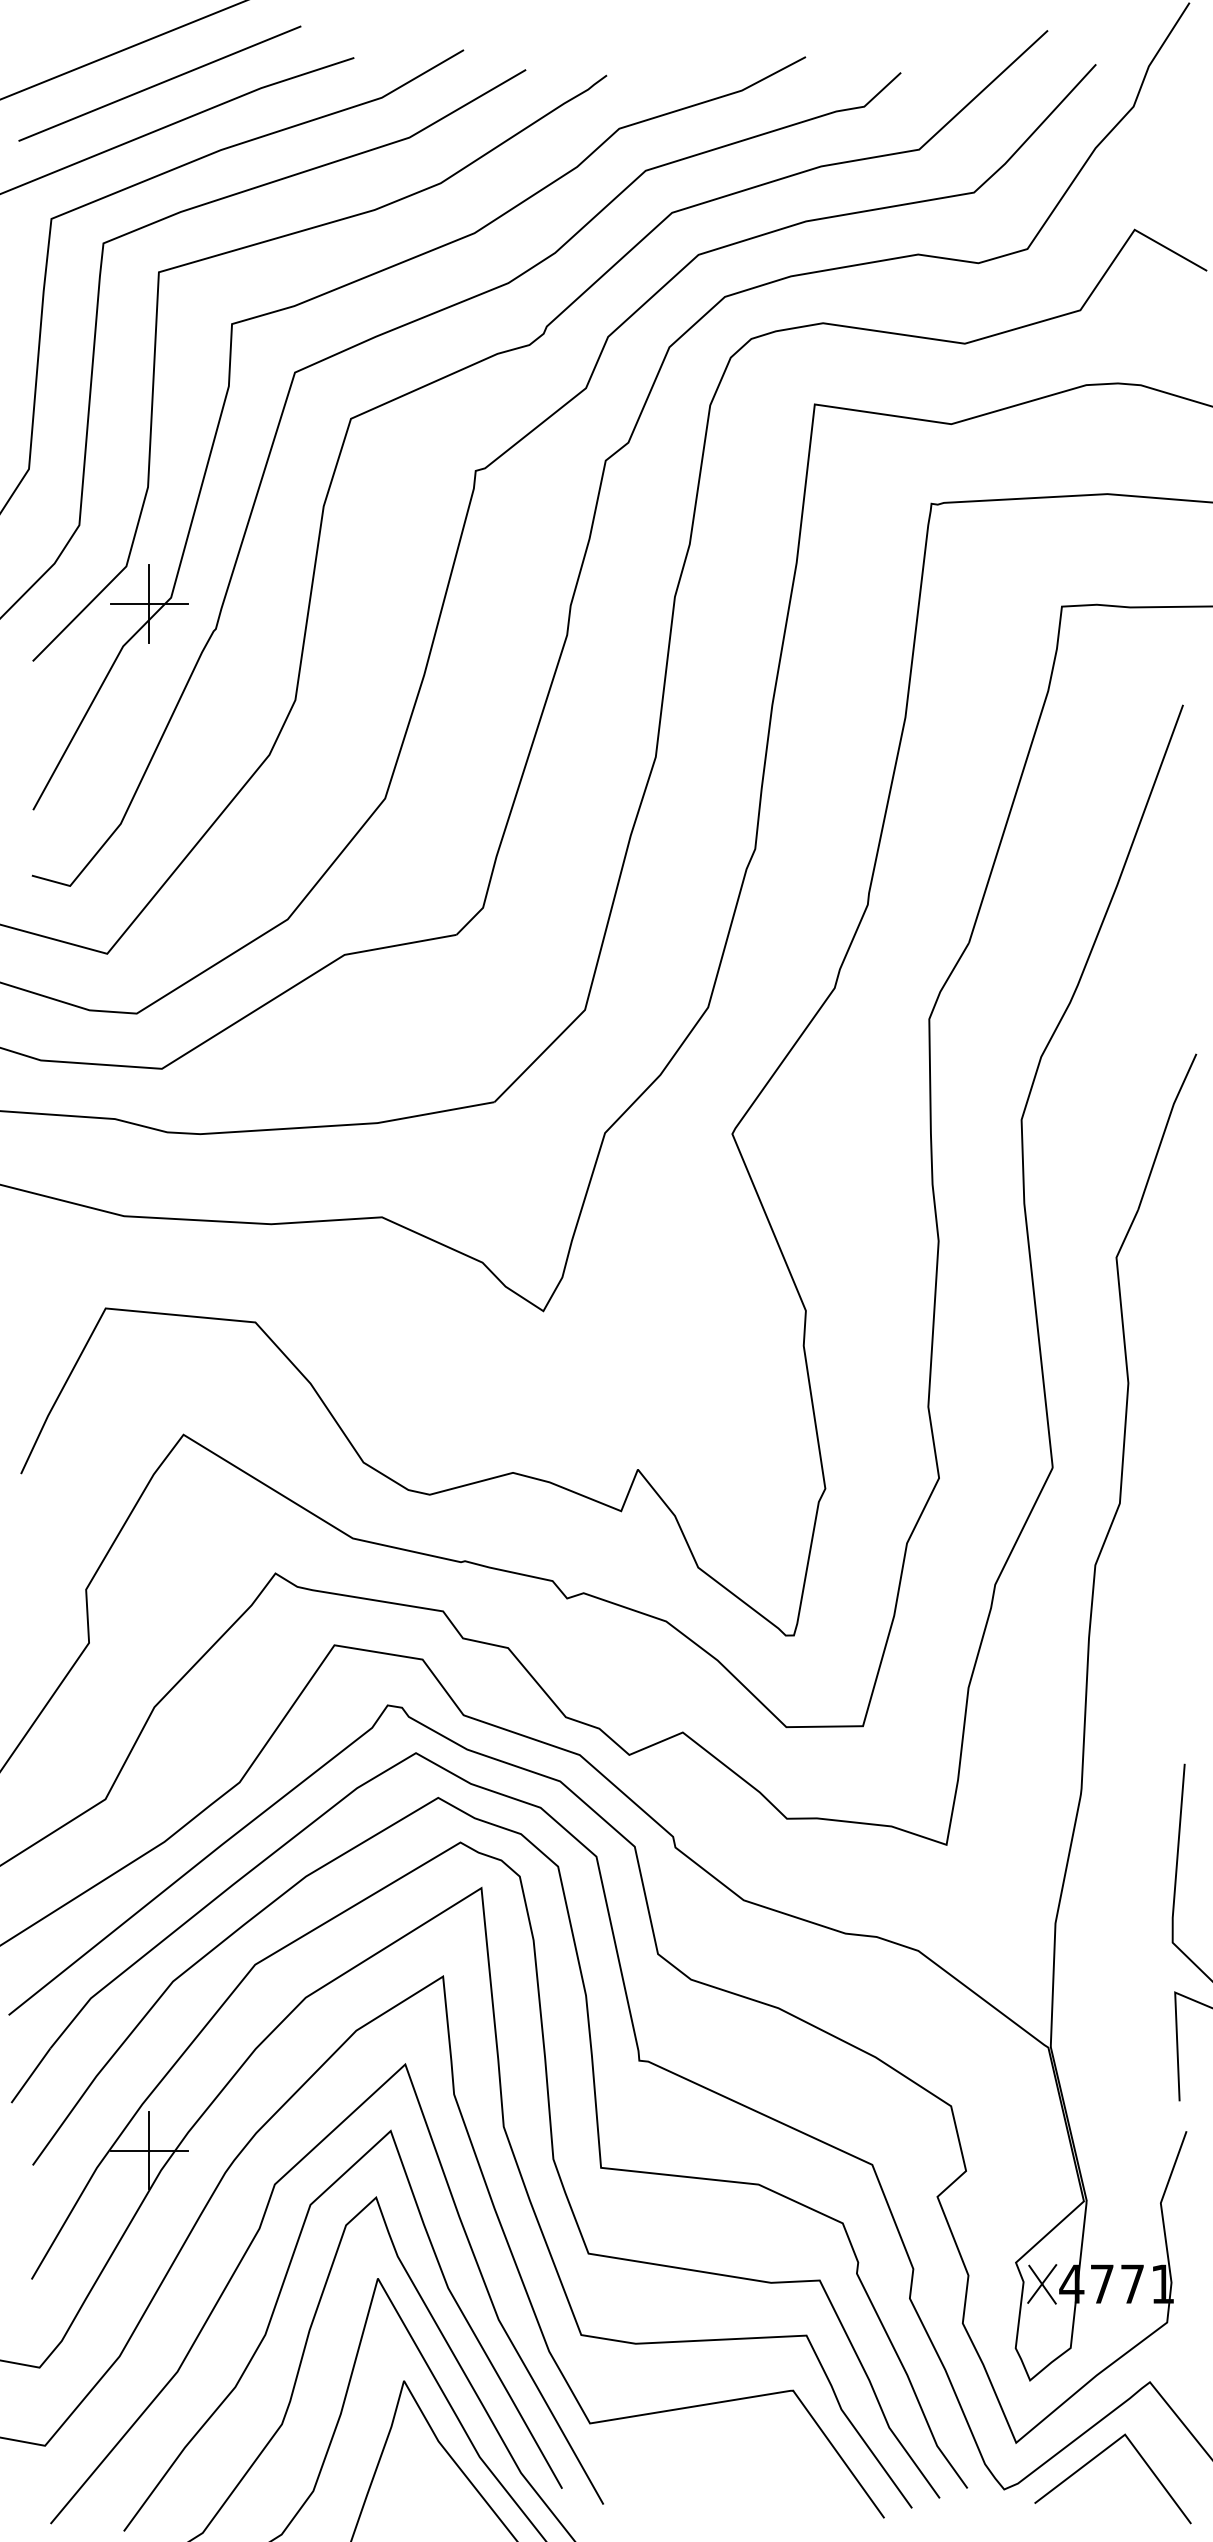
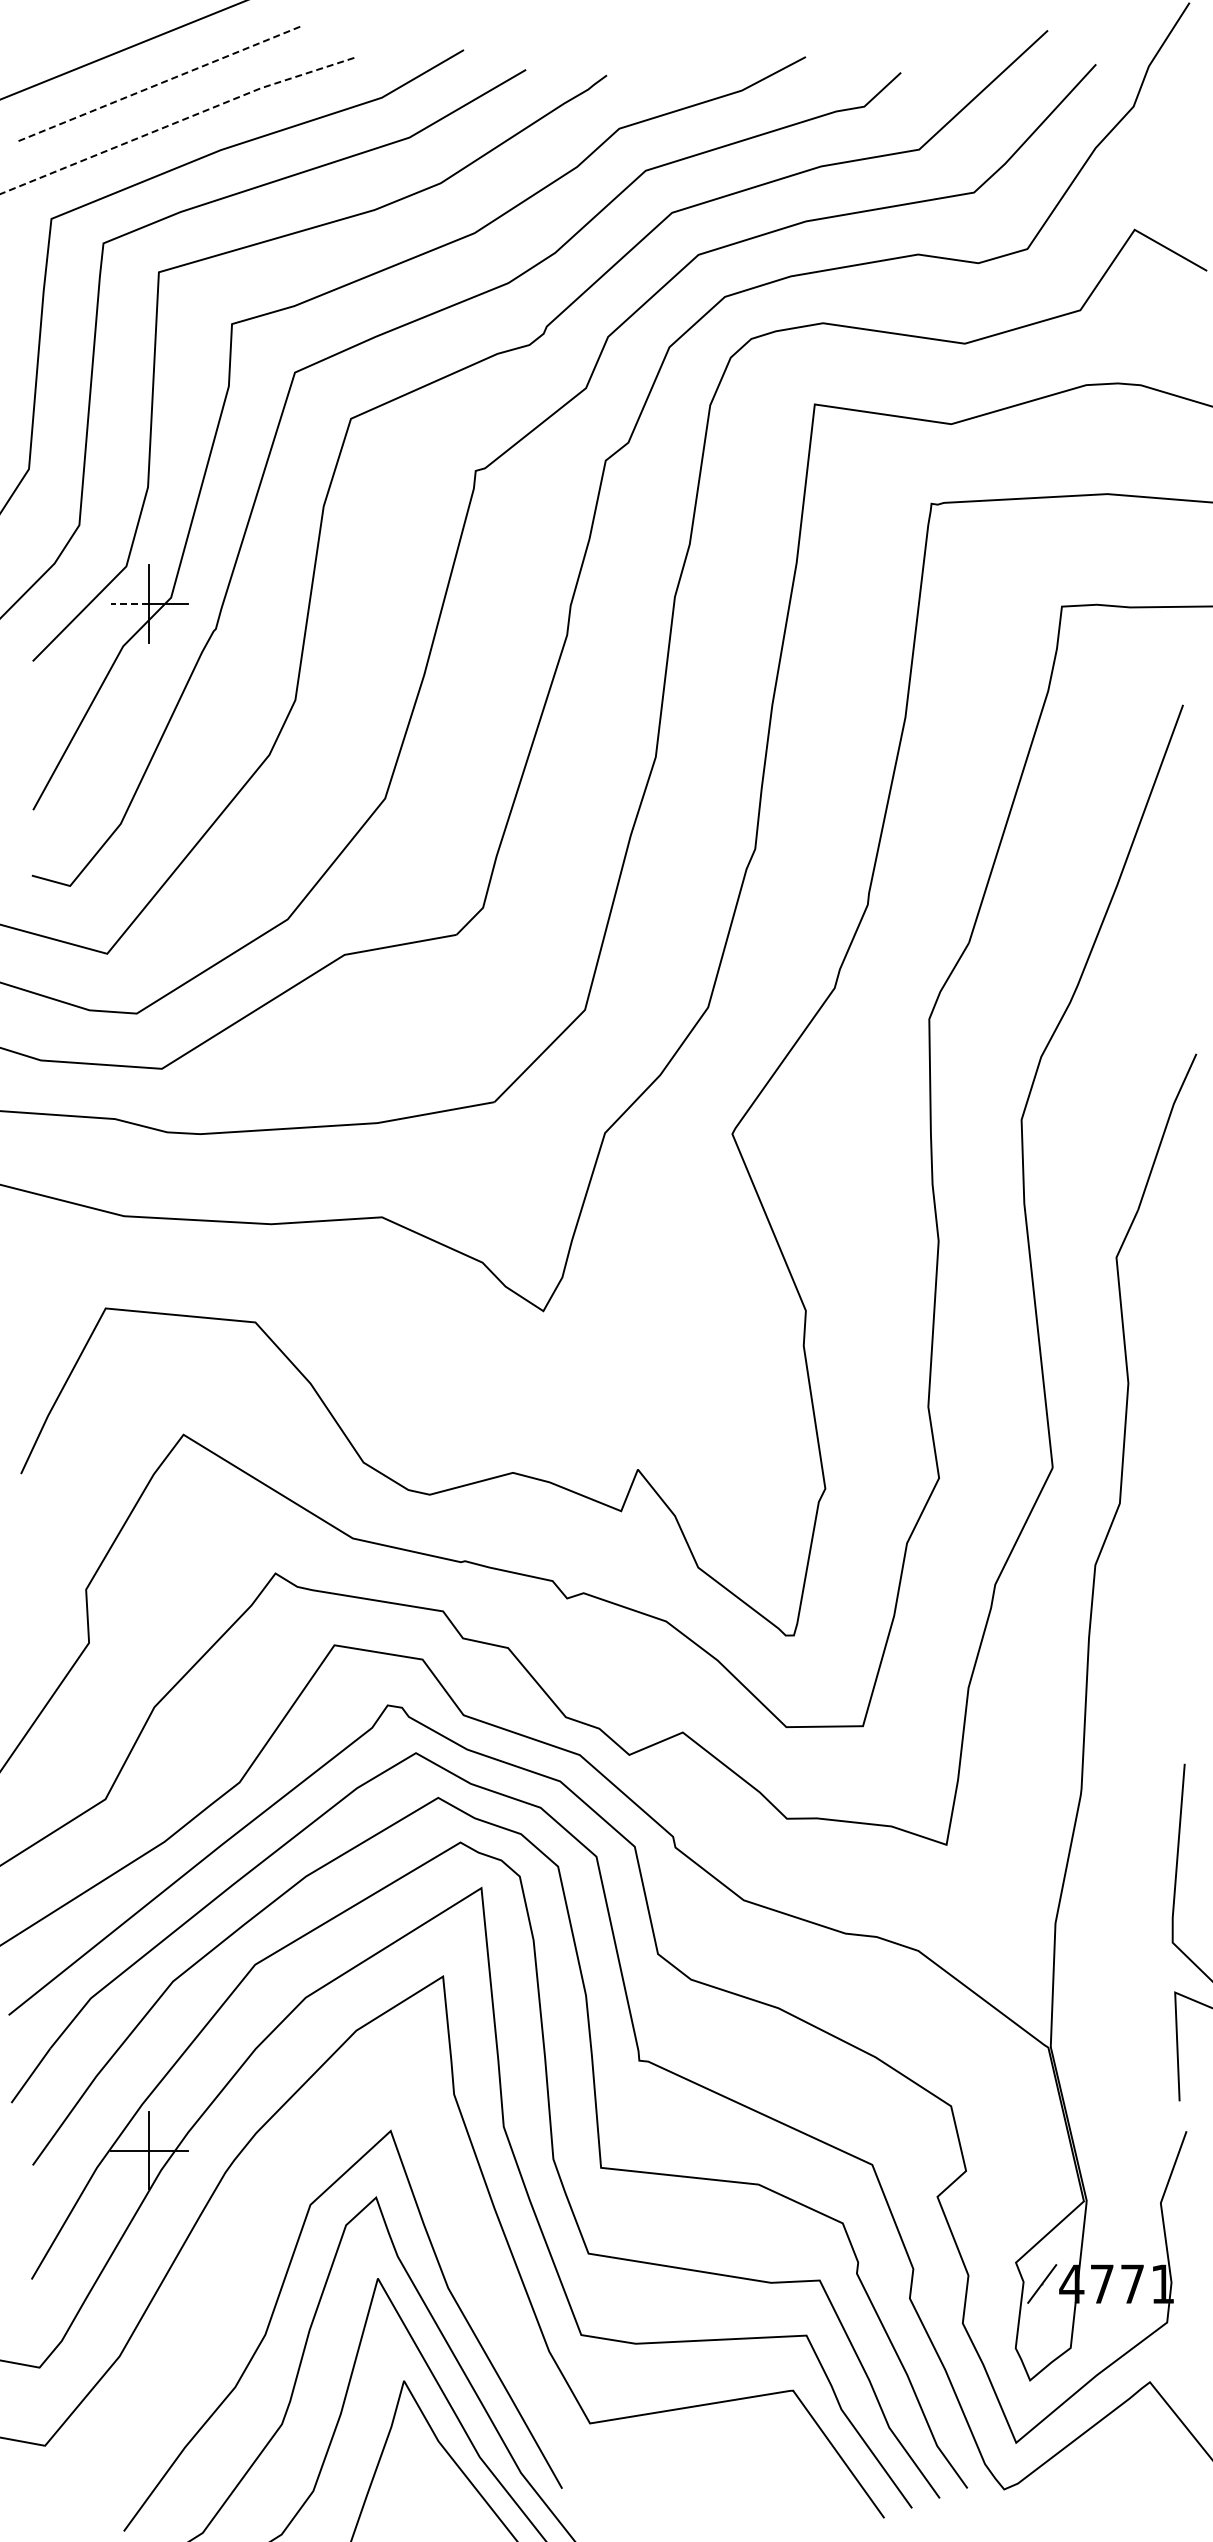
line at (159, 83): solid -> dashed
line at (176, 122): solid -> dashed
line at (129, 604): solid -> dashed
curve at (248, 2250): present -> none
line at (1042, 2284): present -> none
line at (1098, 2456): present -> none
